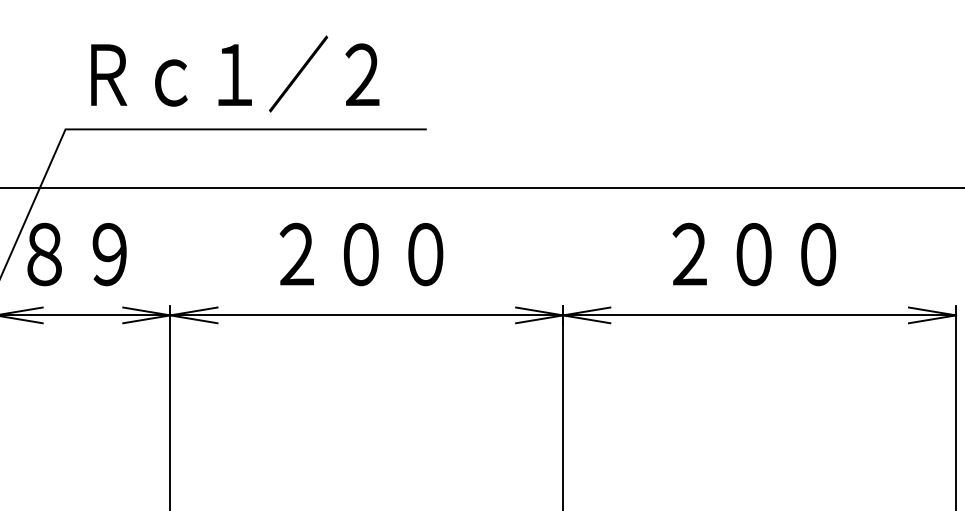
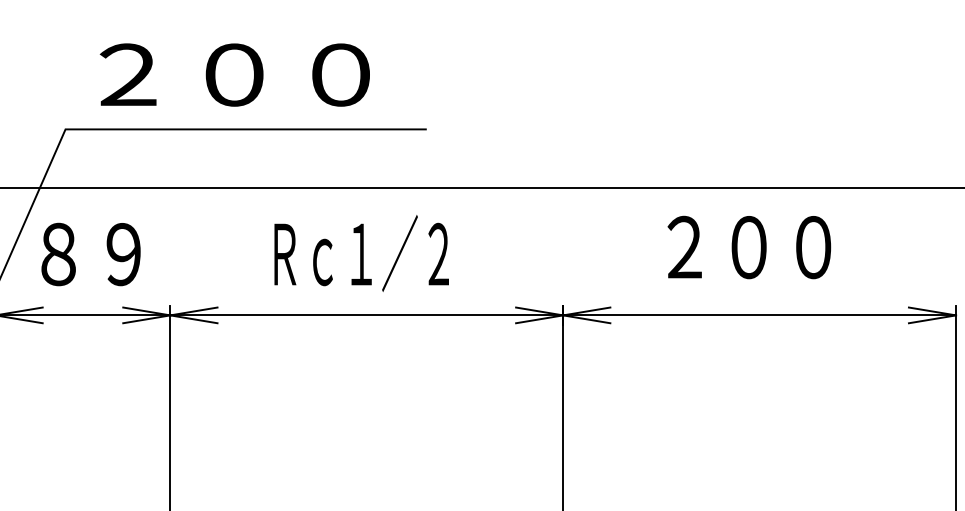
text at (235, 73): Ｒｃ１／２ -> ２００
text at (361, 253): ２００ -> Ｒｃ１／２
text at (76, 254) position: (76, 254) -> (90, 254)
text at (754, 254) position: (754, 254) -> (749, 247)
